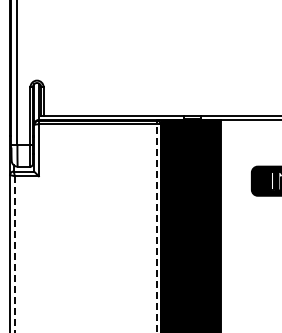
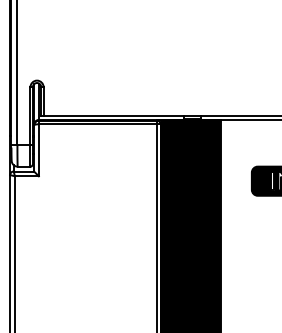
line at (156, 226): dashed -> solid
line at (14, 254): dashed -> solid
